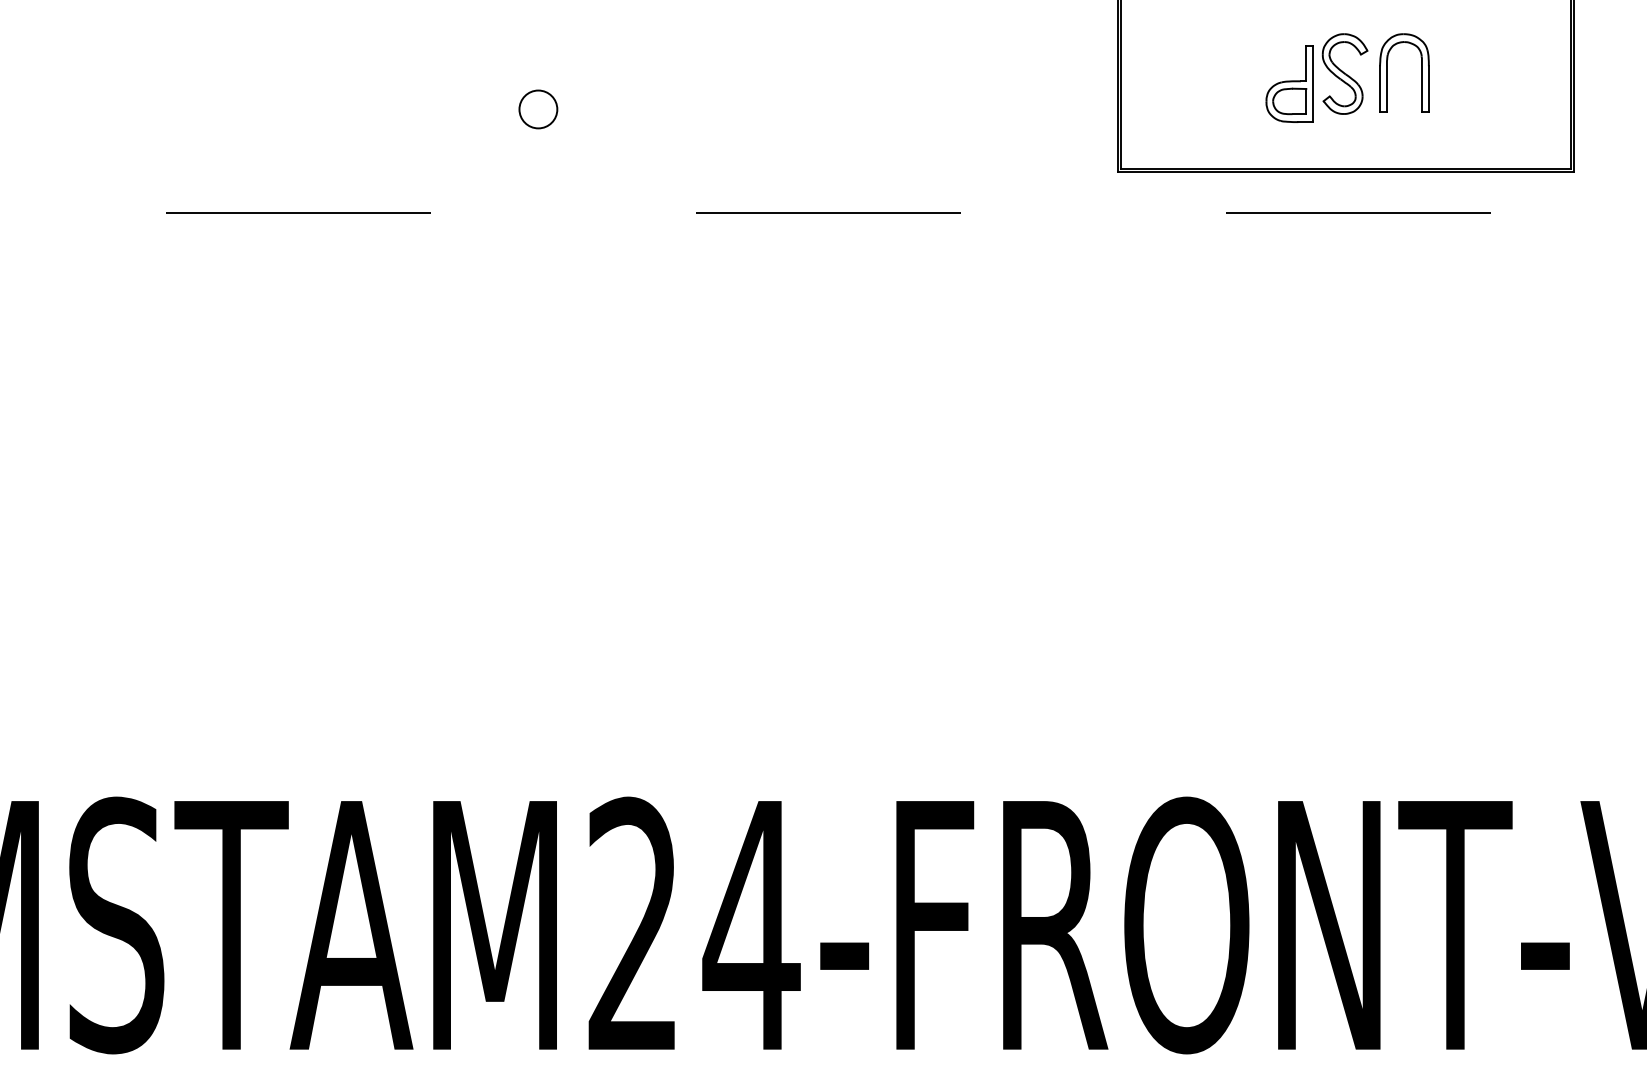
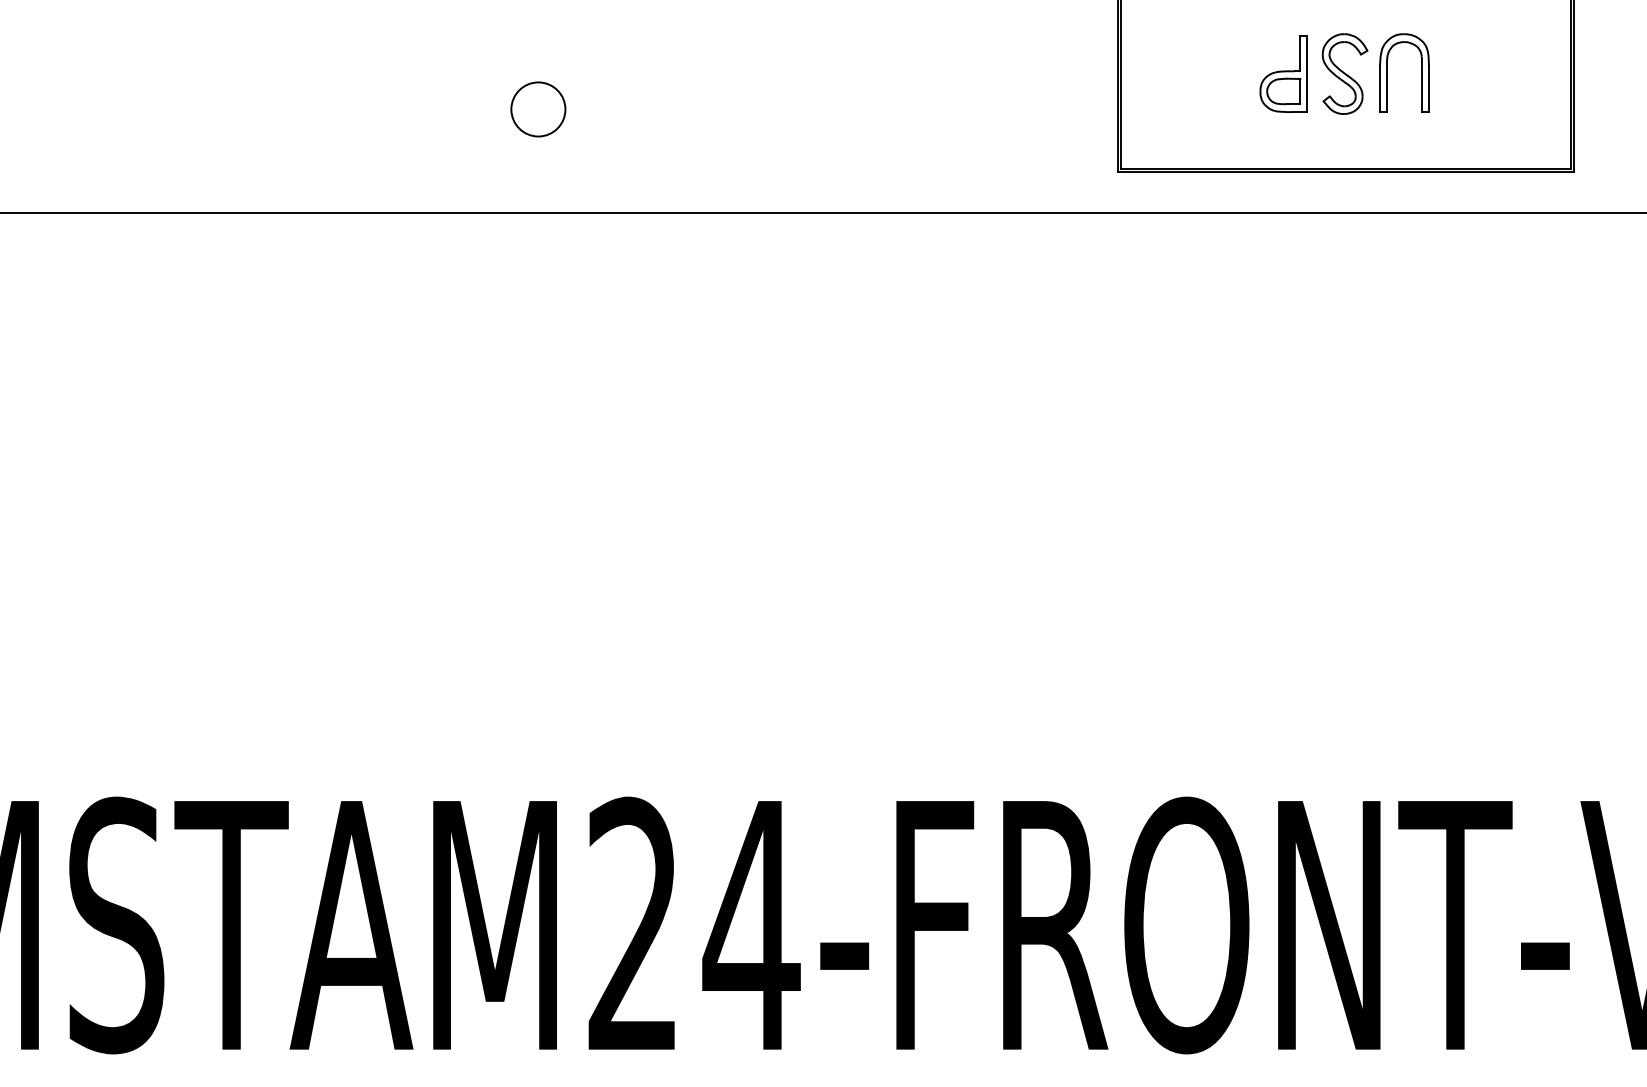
part at (1289, 83) position: (1289, 83) -> (1283, 73)
circle at (538, 109) diameter: 38 px -> 54 px
line at (823, 213): dashed -> solid
